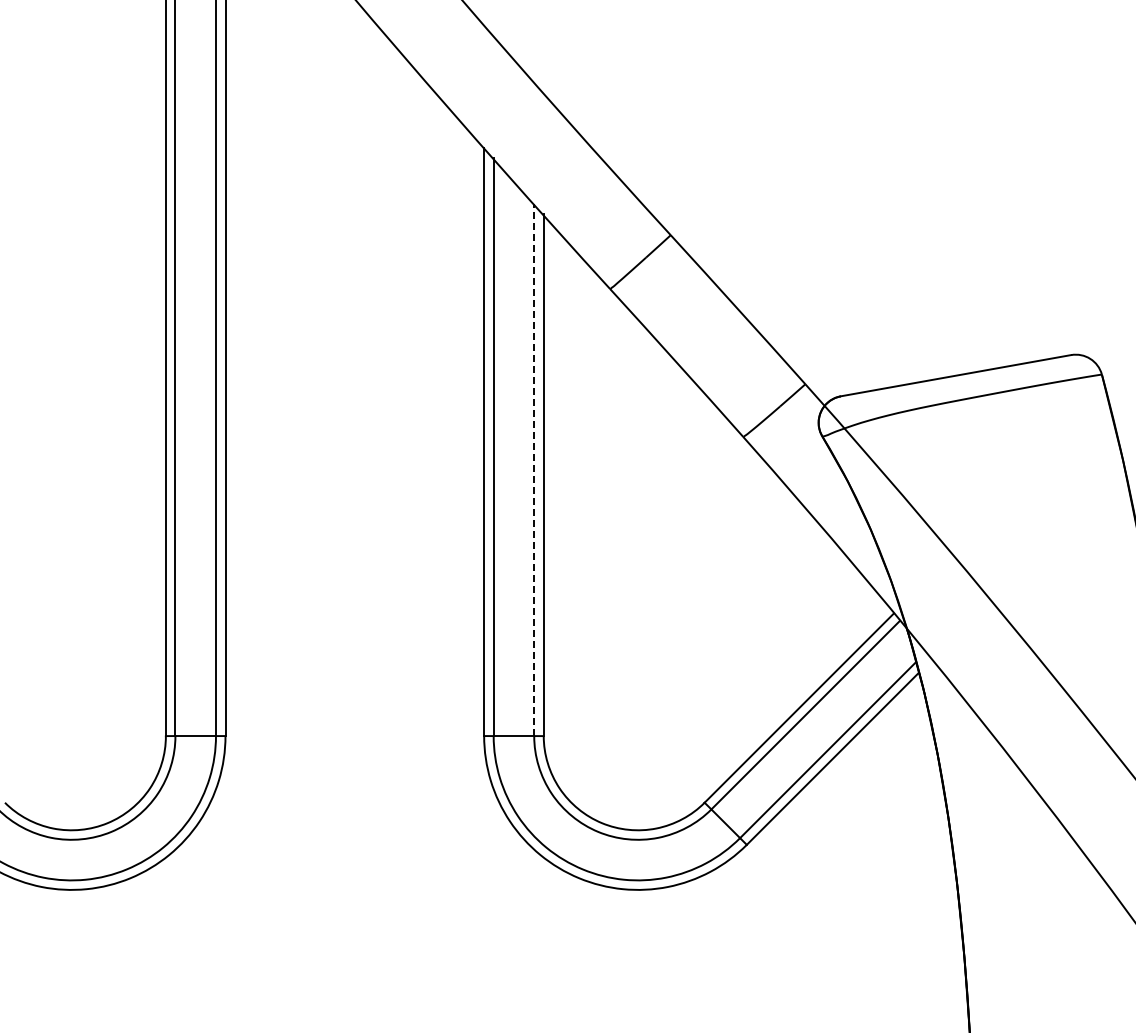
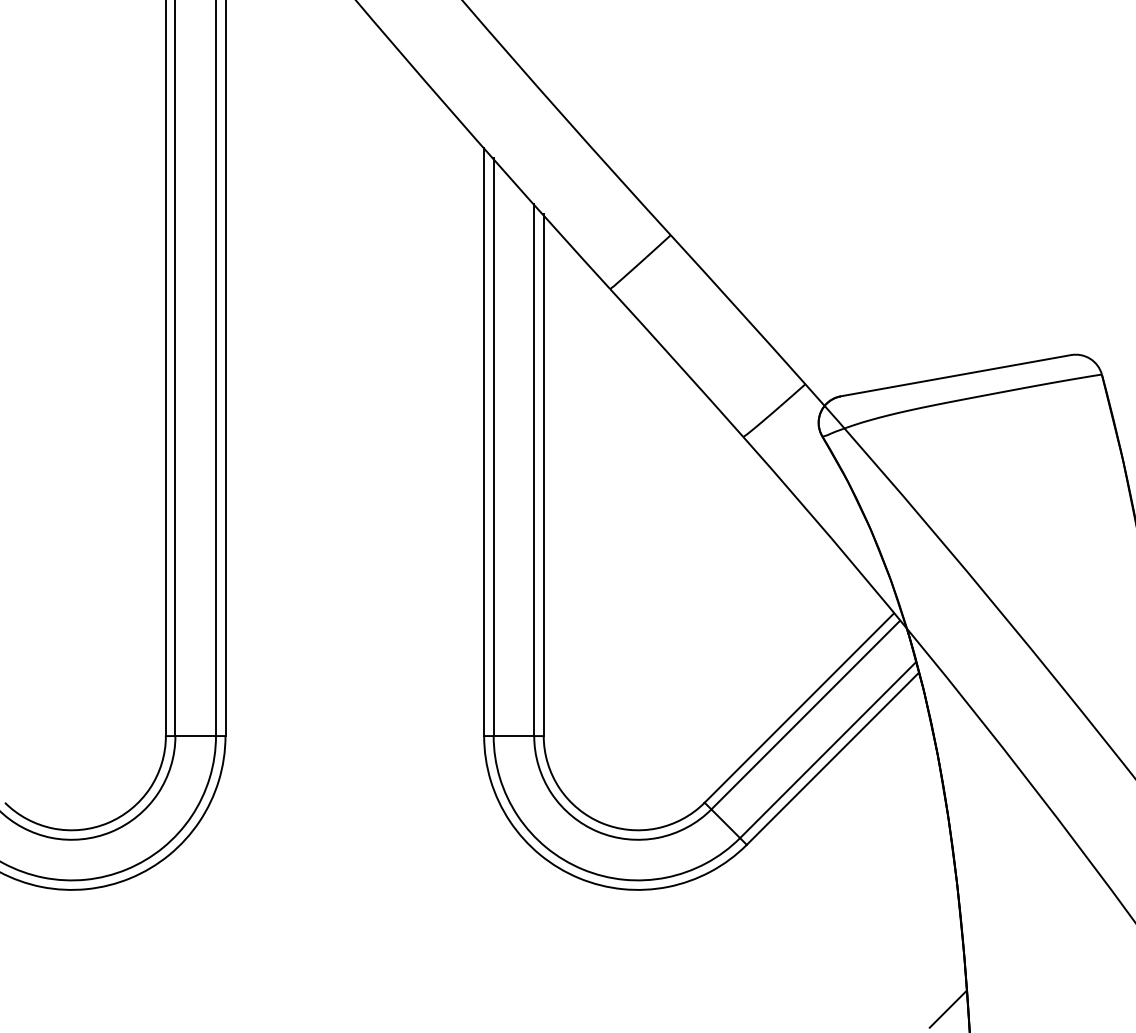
line at (534, 469): dashed -> solid
line at (947, 1009): none -> present
